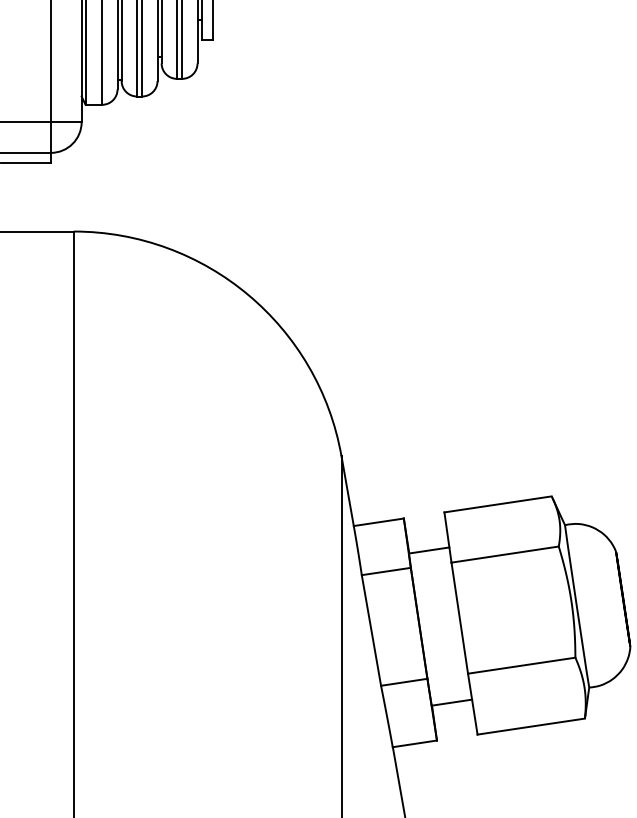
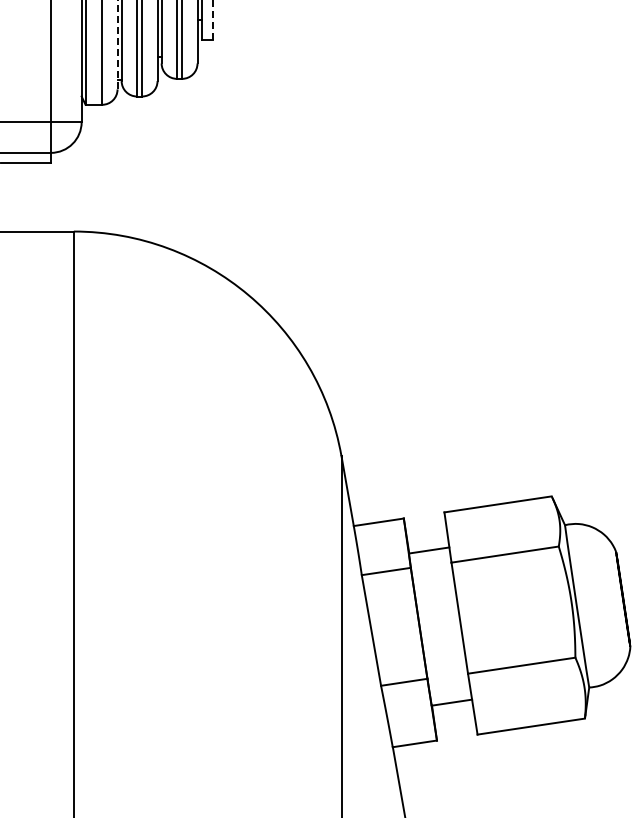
line at (212, 20): solid -> dashed
line at (117, 44): solid -> dashed
